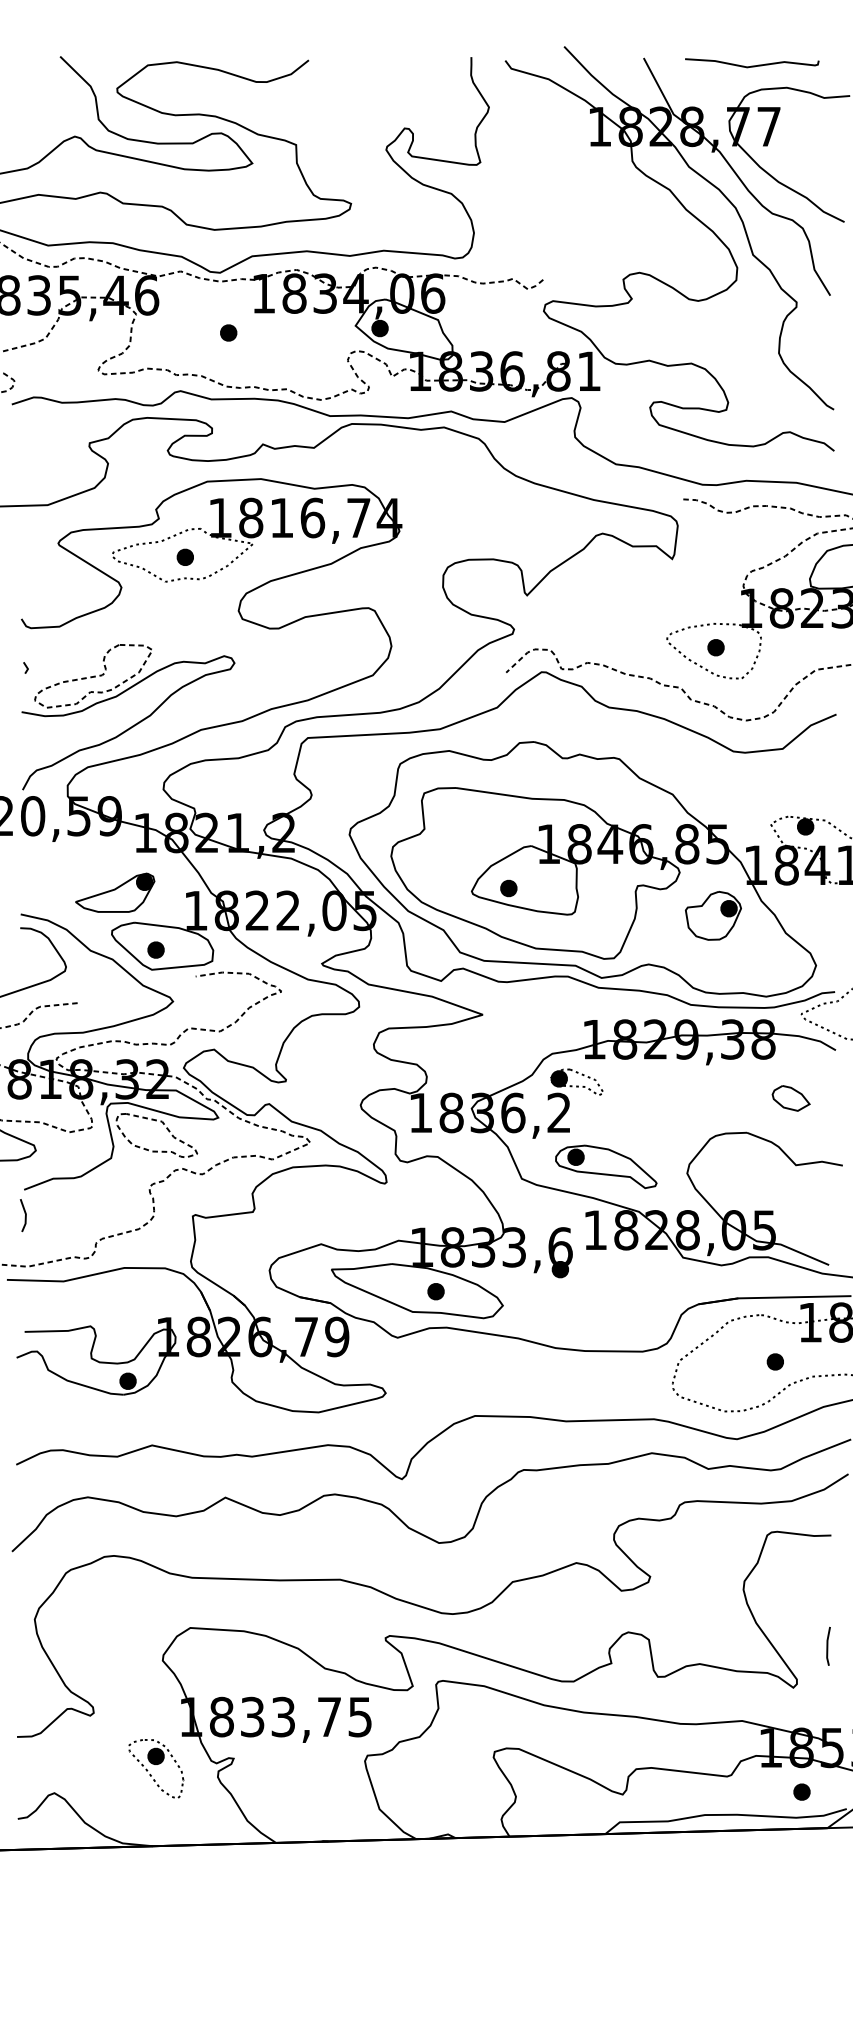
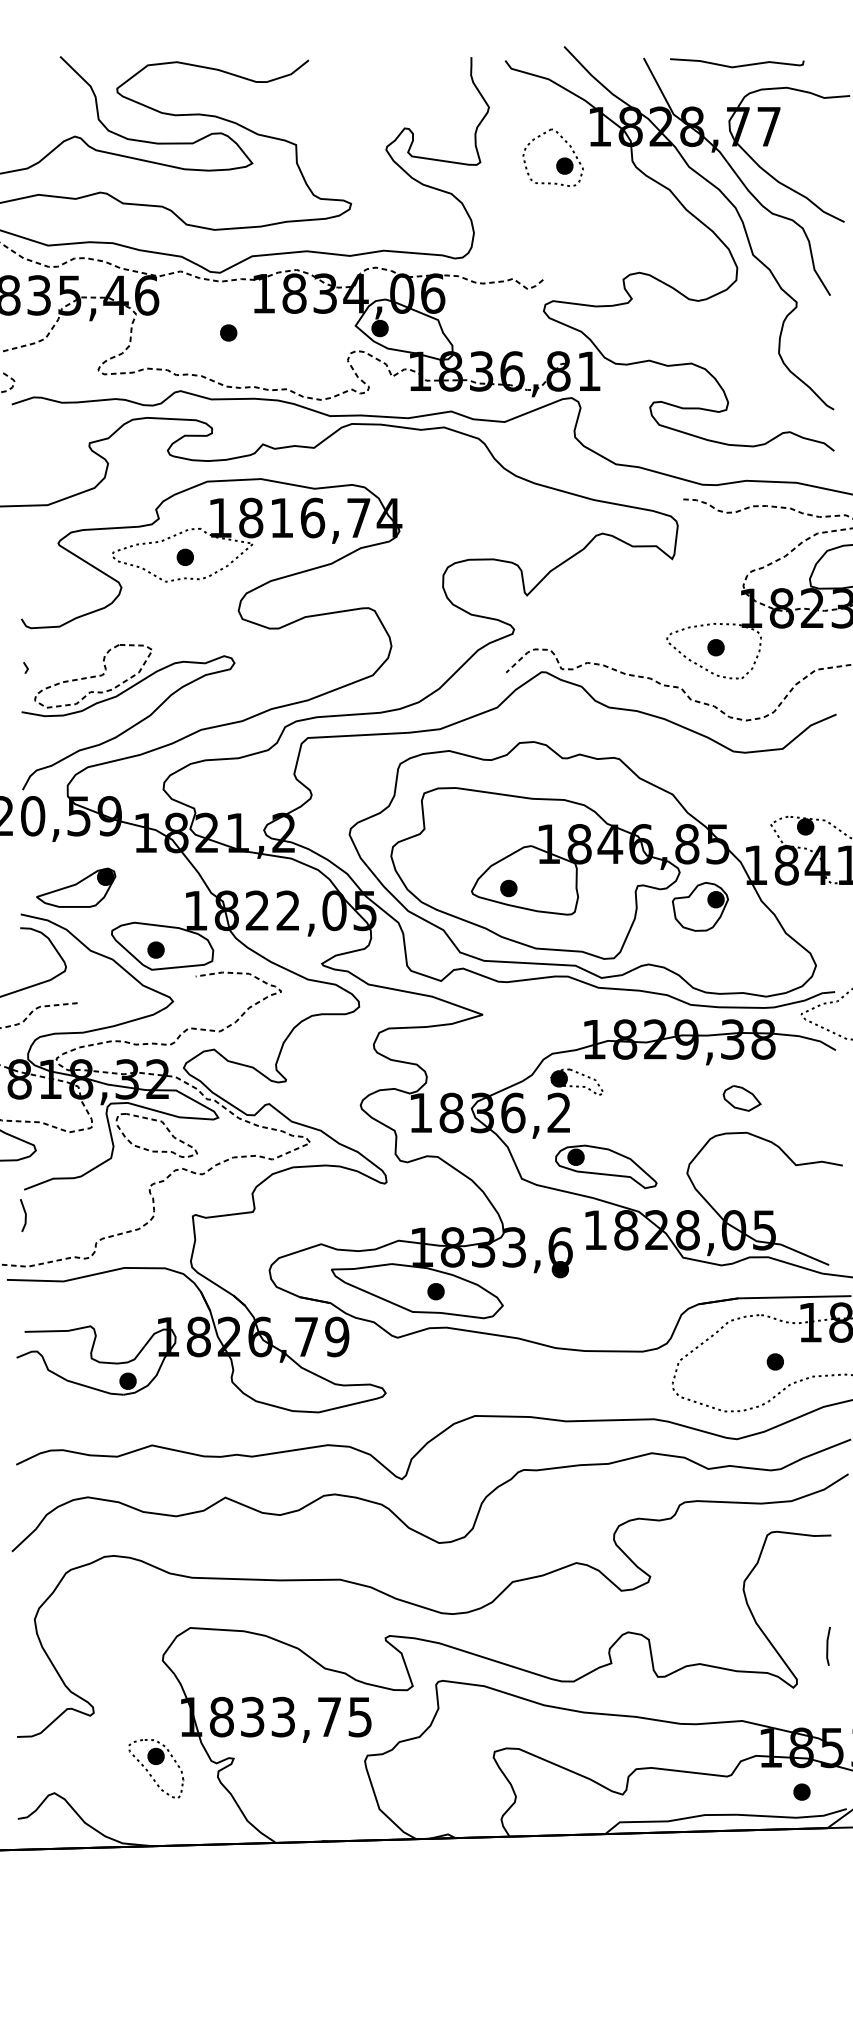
curve at (752, 65) position: (752, 65) -> (737, 65)
part at (557, 161): none -> present
part at (115, 892) position: (115, 892) -> (76, 887)
part at (713, 915) position: (713, 915) -> (700, 906)
part at (790, 1098) position: (790, 1098) -> (741, 1098)
